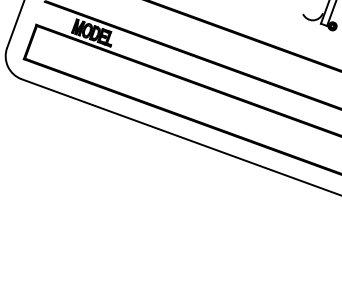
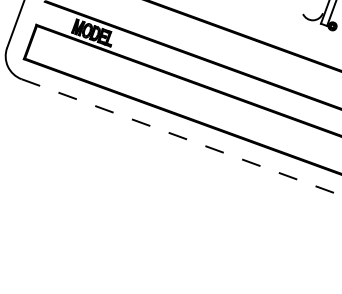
line at (182, 137): solid -> dashed
